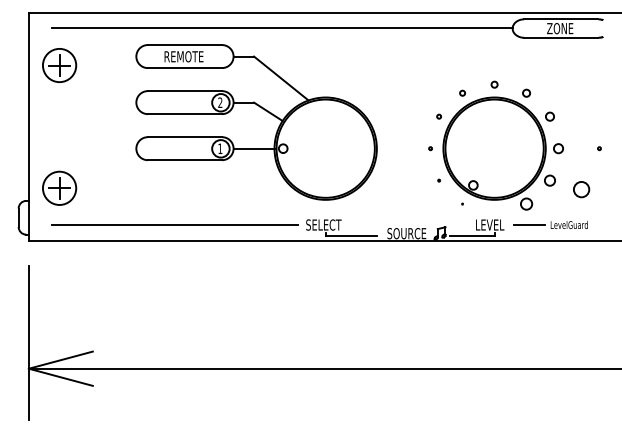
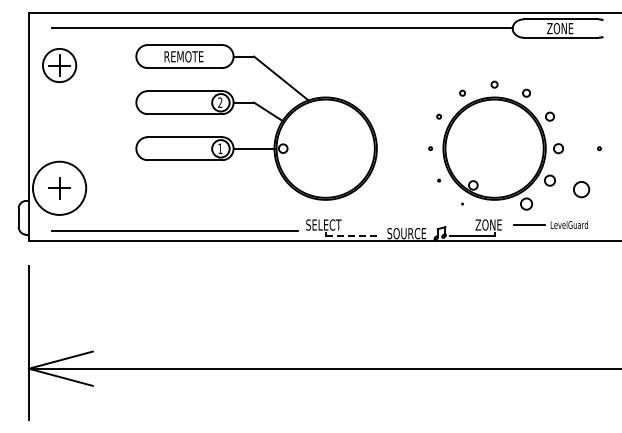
circle at (59, 187) diameter: 33 px -> 53 px
line at (174, 224) position: (174, 224) -> (174, 230)
text at (489, 224): LEVEL -> ZONE
line at (351, 235): solid -> dashed
